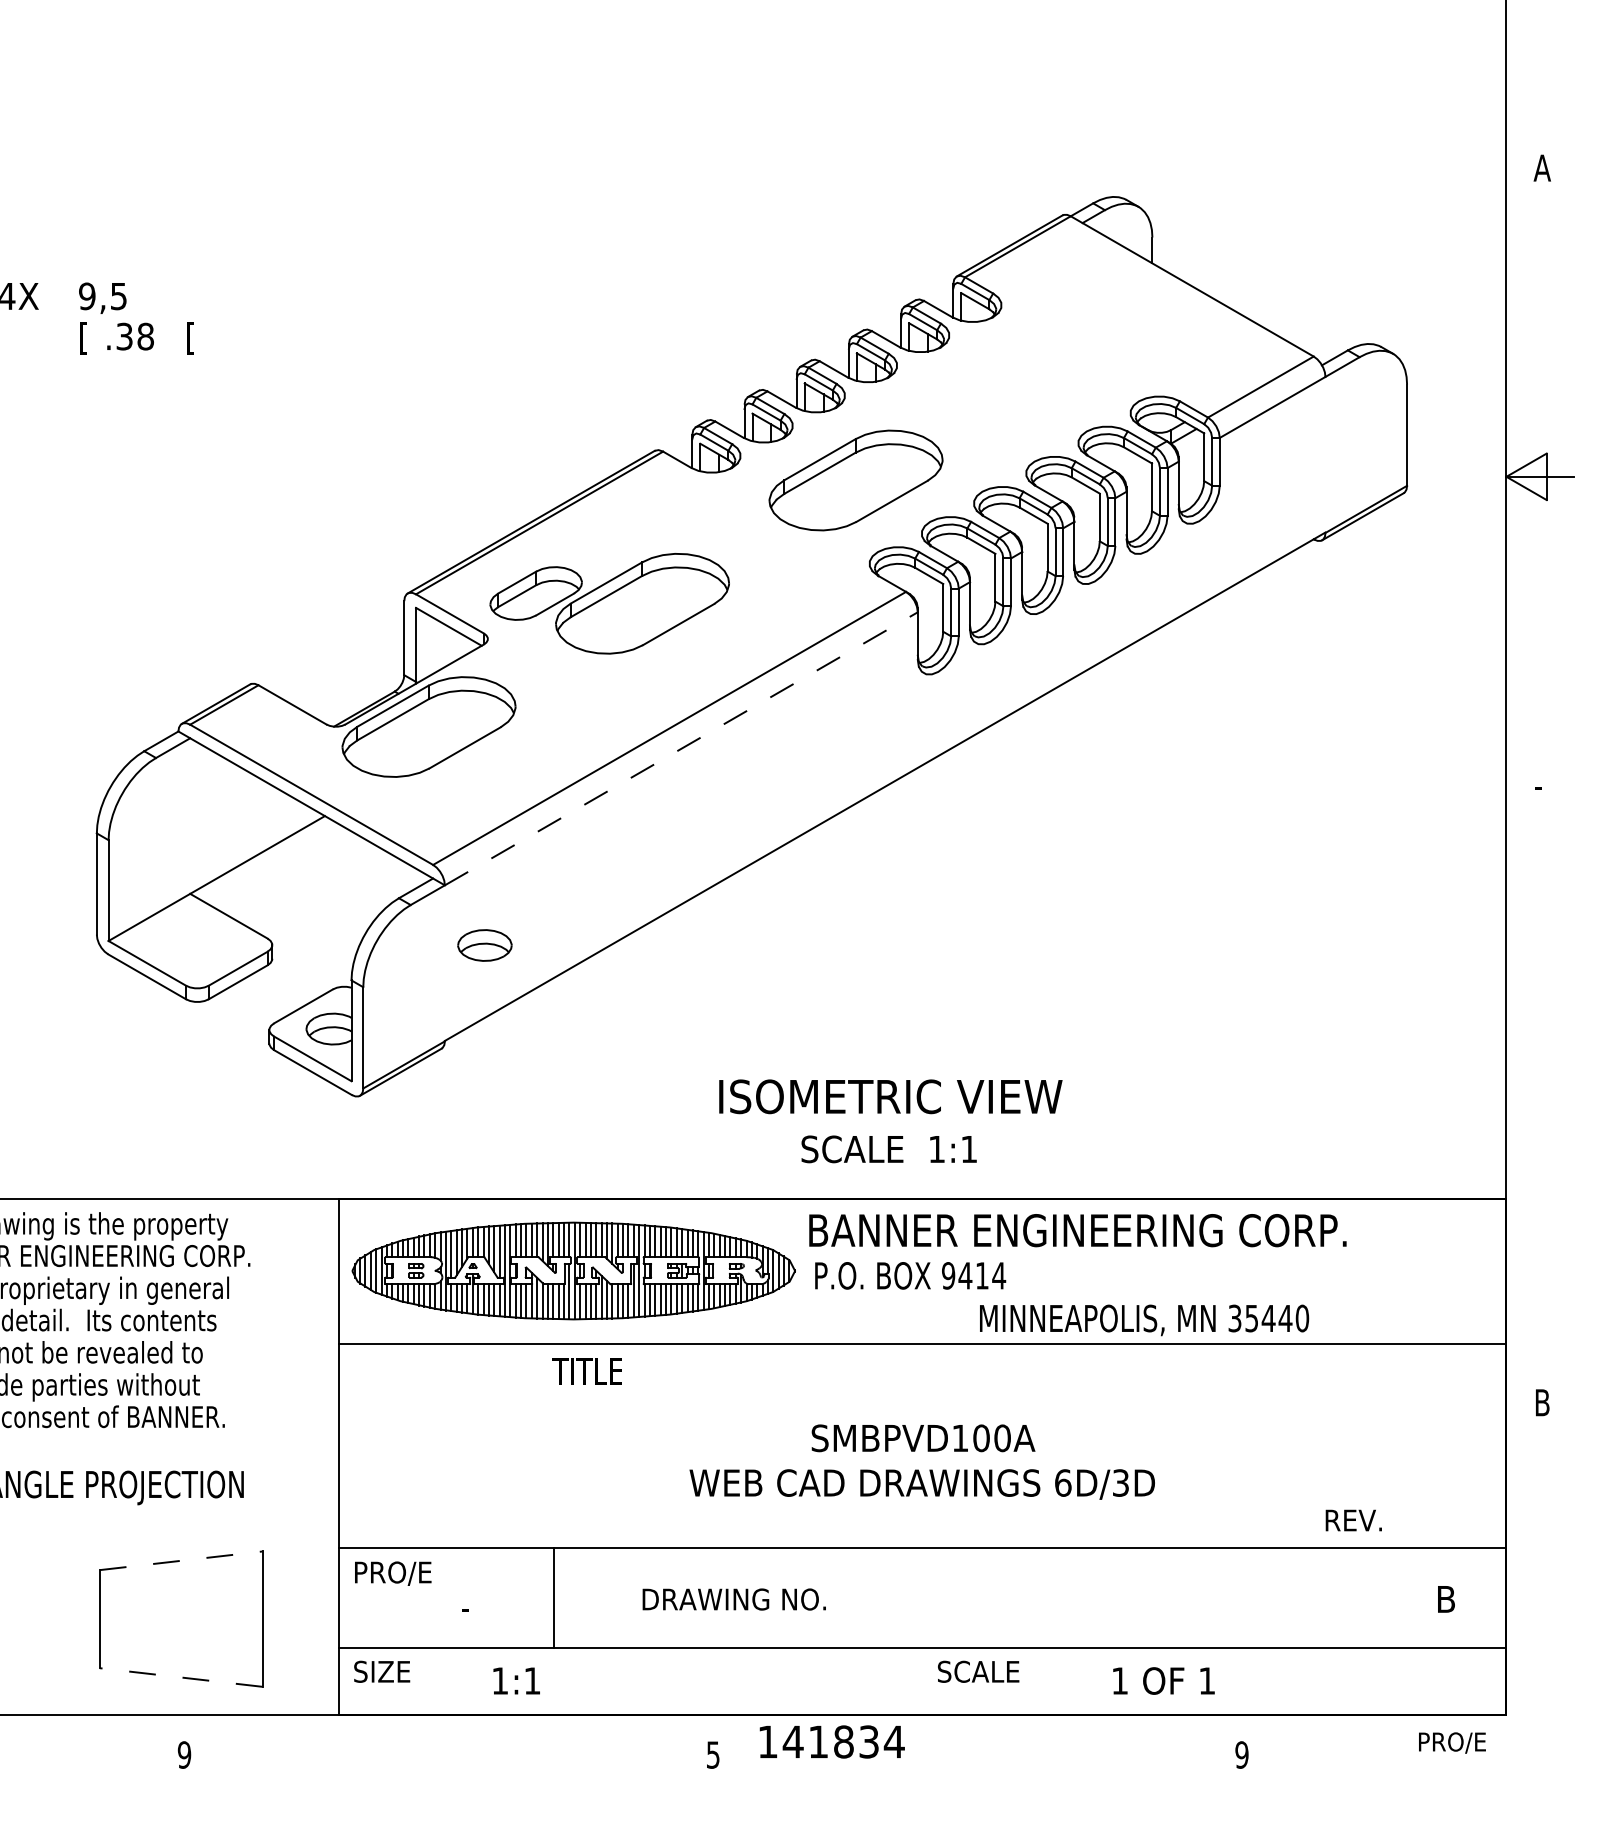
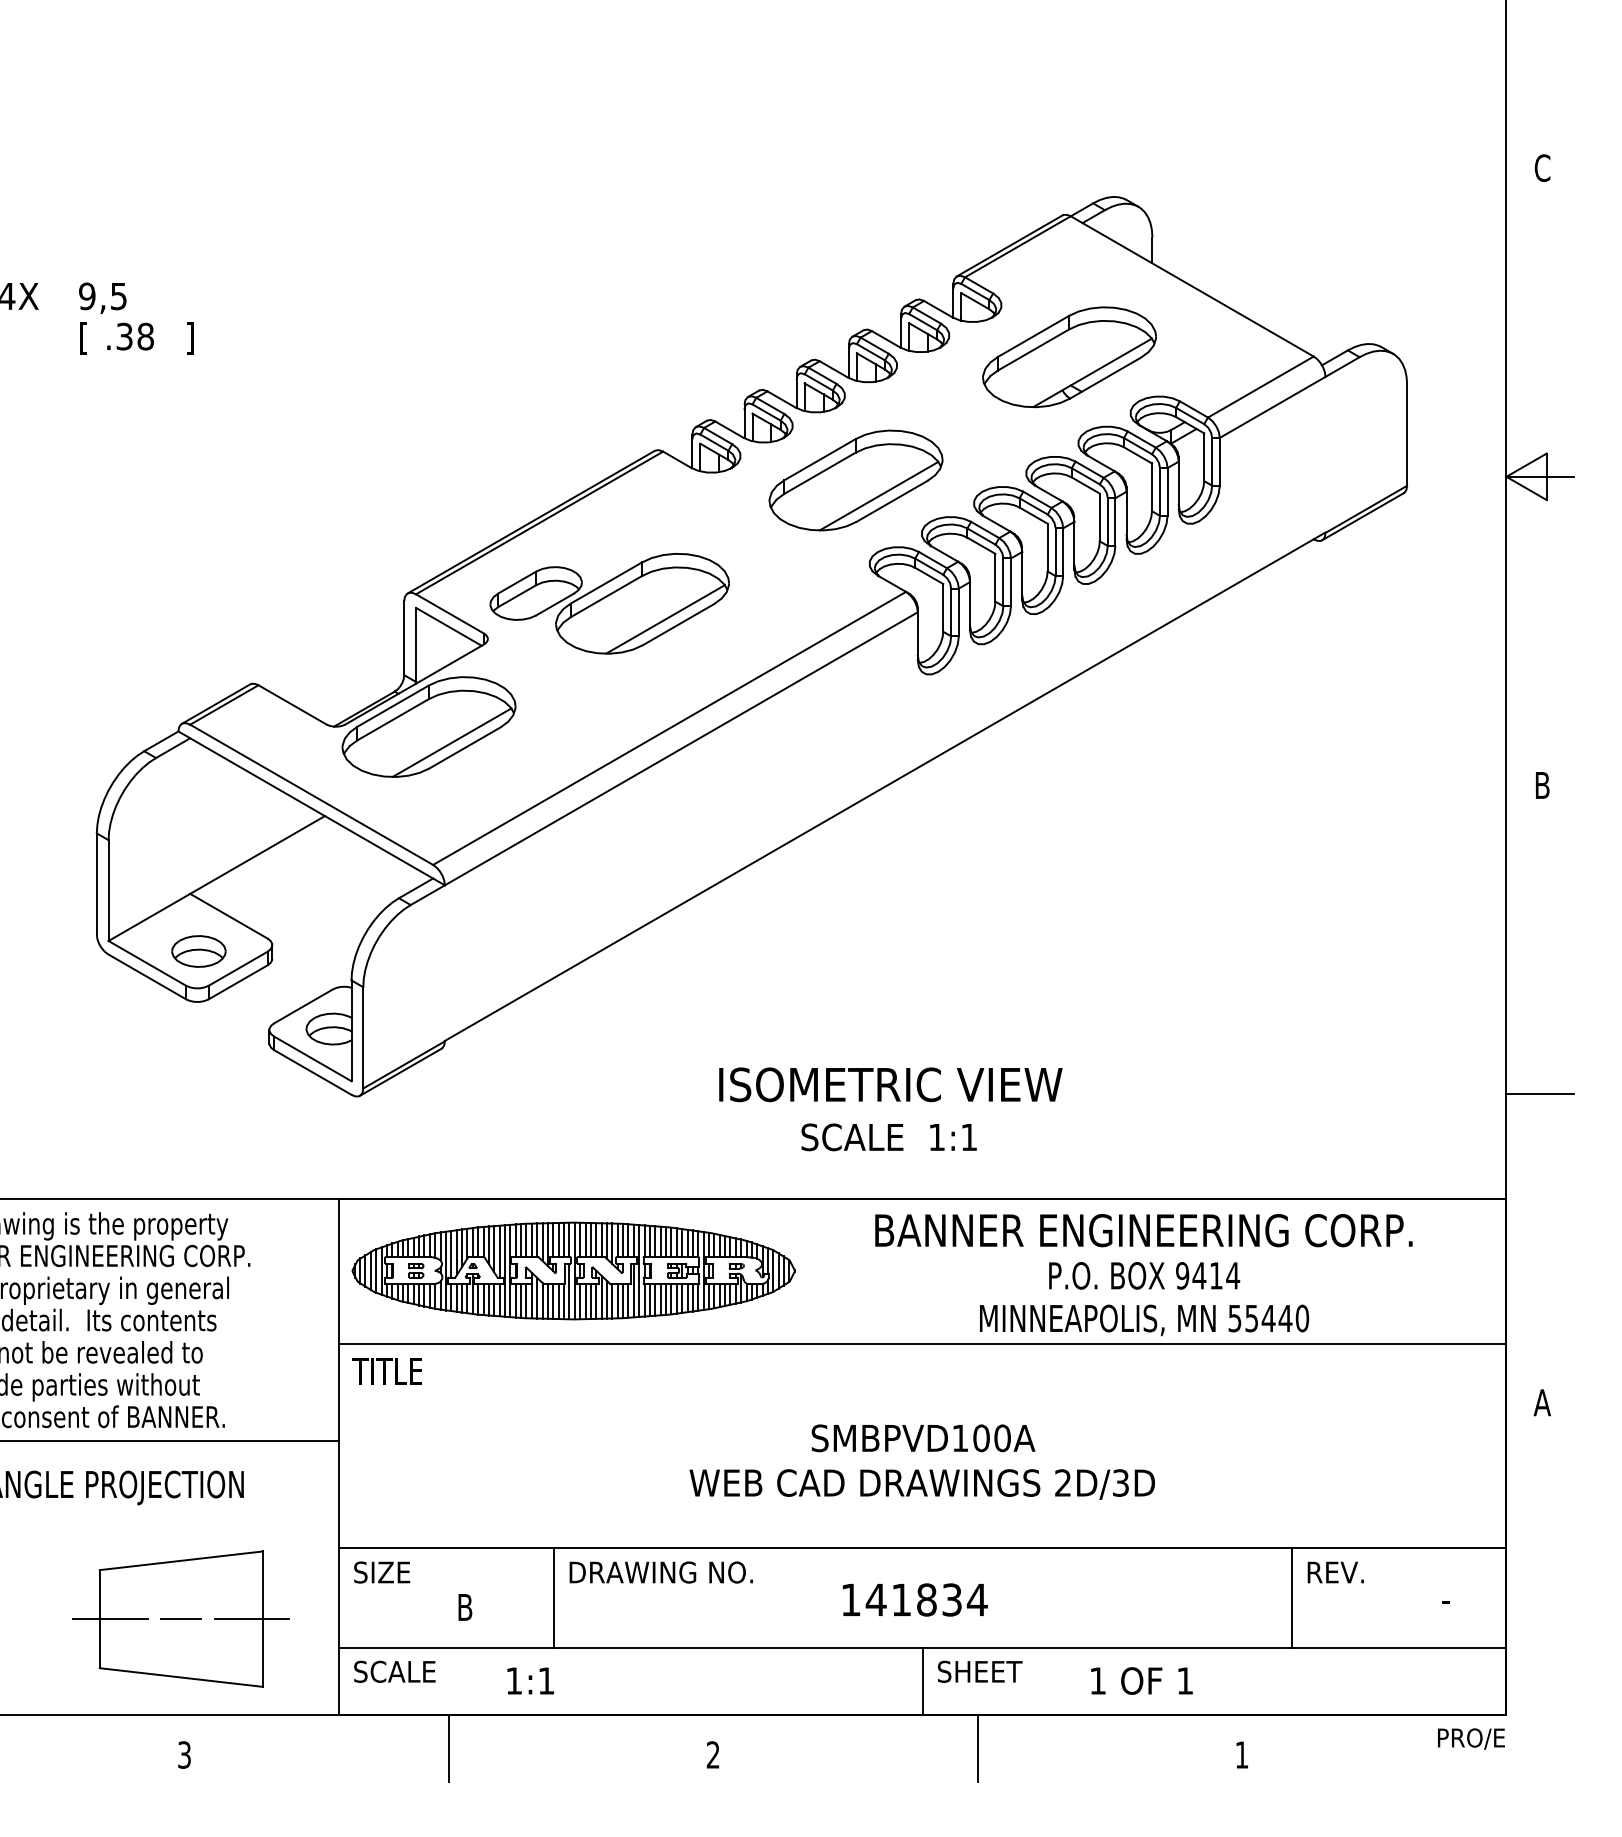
text at (1541, 167): A -> C
text at (190, 338): [ -> ]
part at (1069, 357): none -> present
line at (878, 495): none -> present
line at (665, 619): none -> present
line at (451, 742): none -> present
line at (681, 748): dashed -> solid
text at (1542, 785): - -> B
part at (484, 945) position: (484, 945) -> (198, 951)
line at (1539, 1094): none -> present
text at (890, 1121) position: (890, 1121) -> (890, 1109)
text at (1077, 1230) position: (1077, 1230) -> (1143, 1230)
text at (910, 1275) position: (910, 1275) -> (1144, 1275)
text at (1235, 1317): 35440 -> 55440
text at (586, 1371) position: (586, 1371) -> (386, 1371)
text at (1541, 1402): B -> A
line at (170, 1441): none -> present
text at (1063, 1482): 6D/3D -> 2D/3D
text at (1353, 1520) position: (1353, 1520) -> (1335, 1572)
line at (181, 1560): dashed -> solid
text at (392, 1573): PRO/E -> SIZE
line at (1291, 1597): none -> present
text at (733, 1599) position: (733, 1599) -> (660, 1572)
text at (1446, 1599): B -> -
text at (465, 1607): - -> B
line at (109, 1619): none -> present
line at (181, 1619): none -> present
line at (251, 1619): none -> present
text at (402, 1671): SIZE -> SCALE
text at (988, 1671): SCALE -> SHEET
line at (181, 1677): dashed -> solid
text at (516, 1680) position: (516, 1680) -> (530, 1680)
line at (922, 1680): none -> present
text at (1163, 1680) position: (1163, 1680) -> (1141, 1680)
text at (831, 1741) position: (831, 1741) -> (914, 1599)
text at (1452, 1742) position: (1452, 1742) -> (1471, 1738)
line at (448, 1747): none -> present
line at (977, 1747): none -> present
text at (184, 1754): 9 -> 3
text at (712, 1754): 5 -> 2
text at (1241, 1754): 9 -> 1
